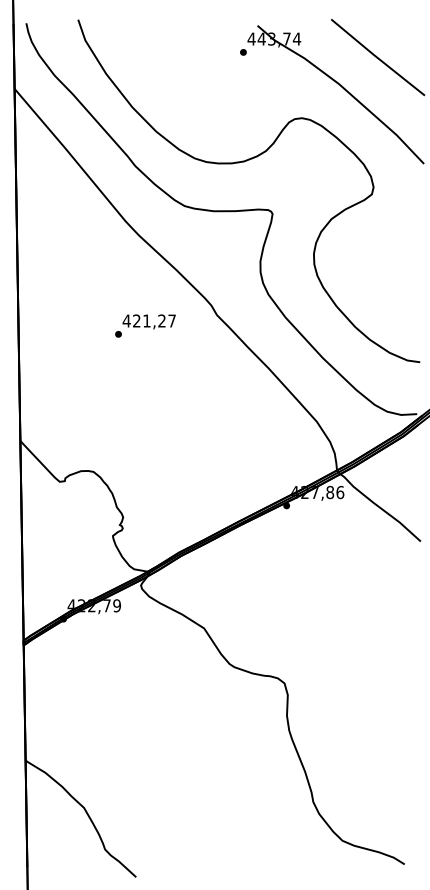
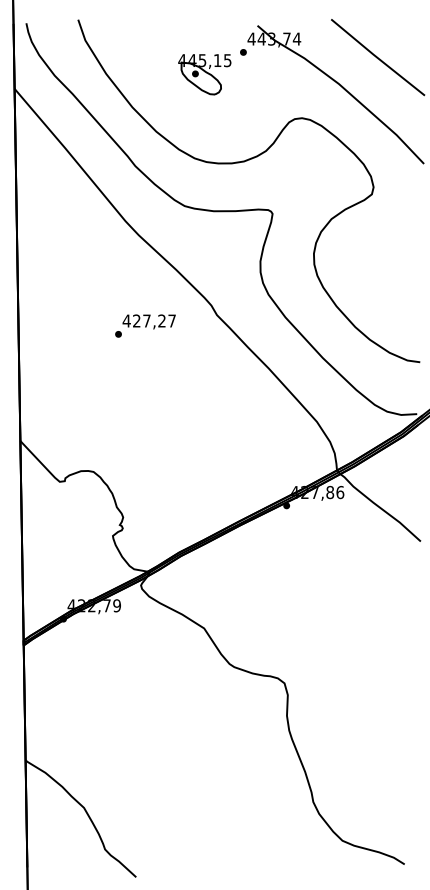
part at (204, 74): none -> present
text at (146, 320): 421,27 -> 427,27
